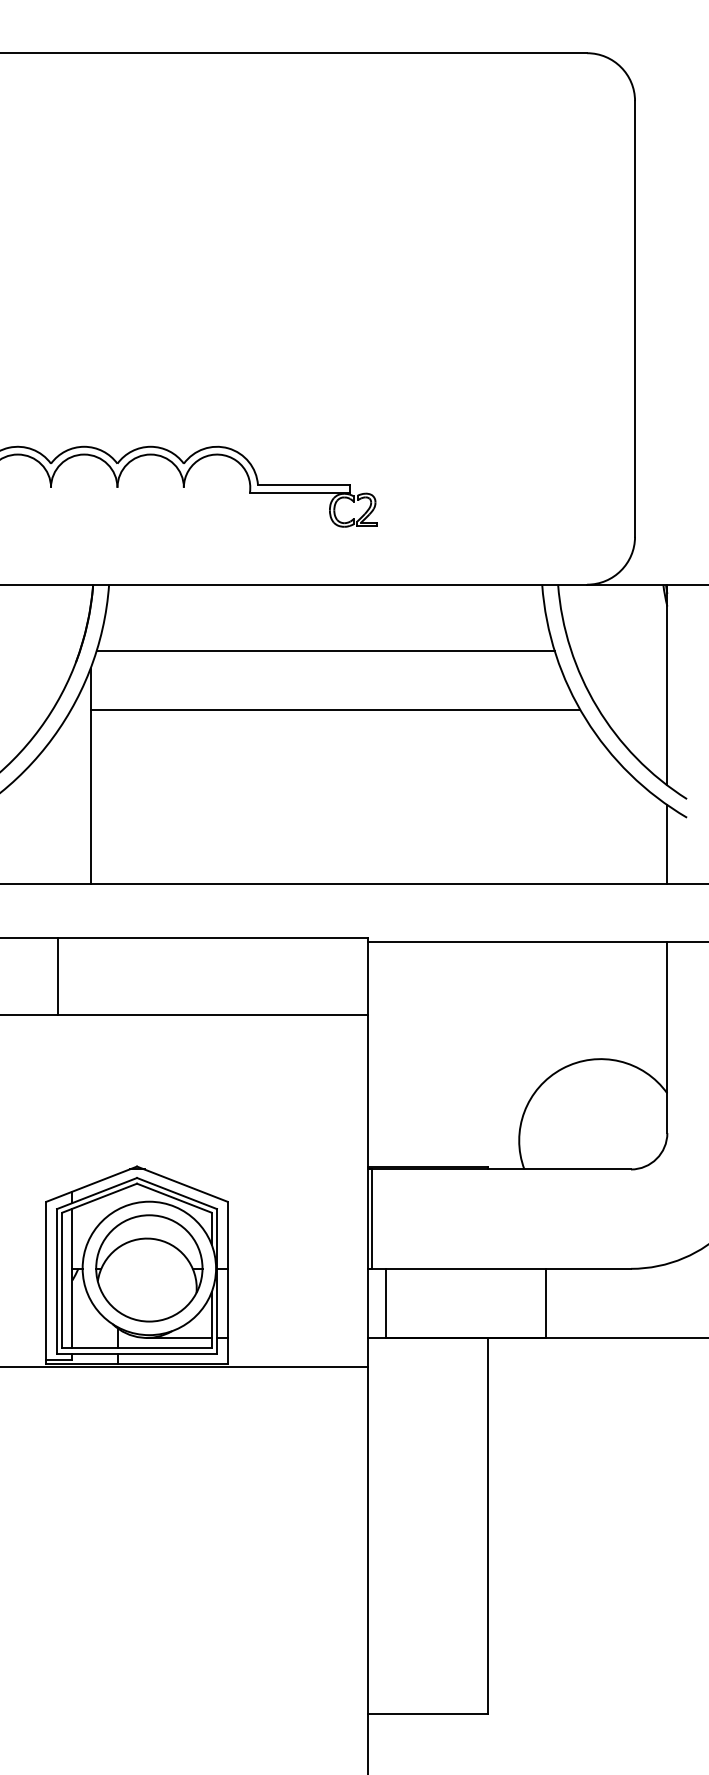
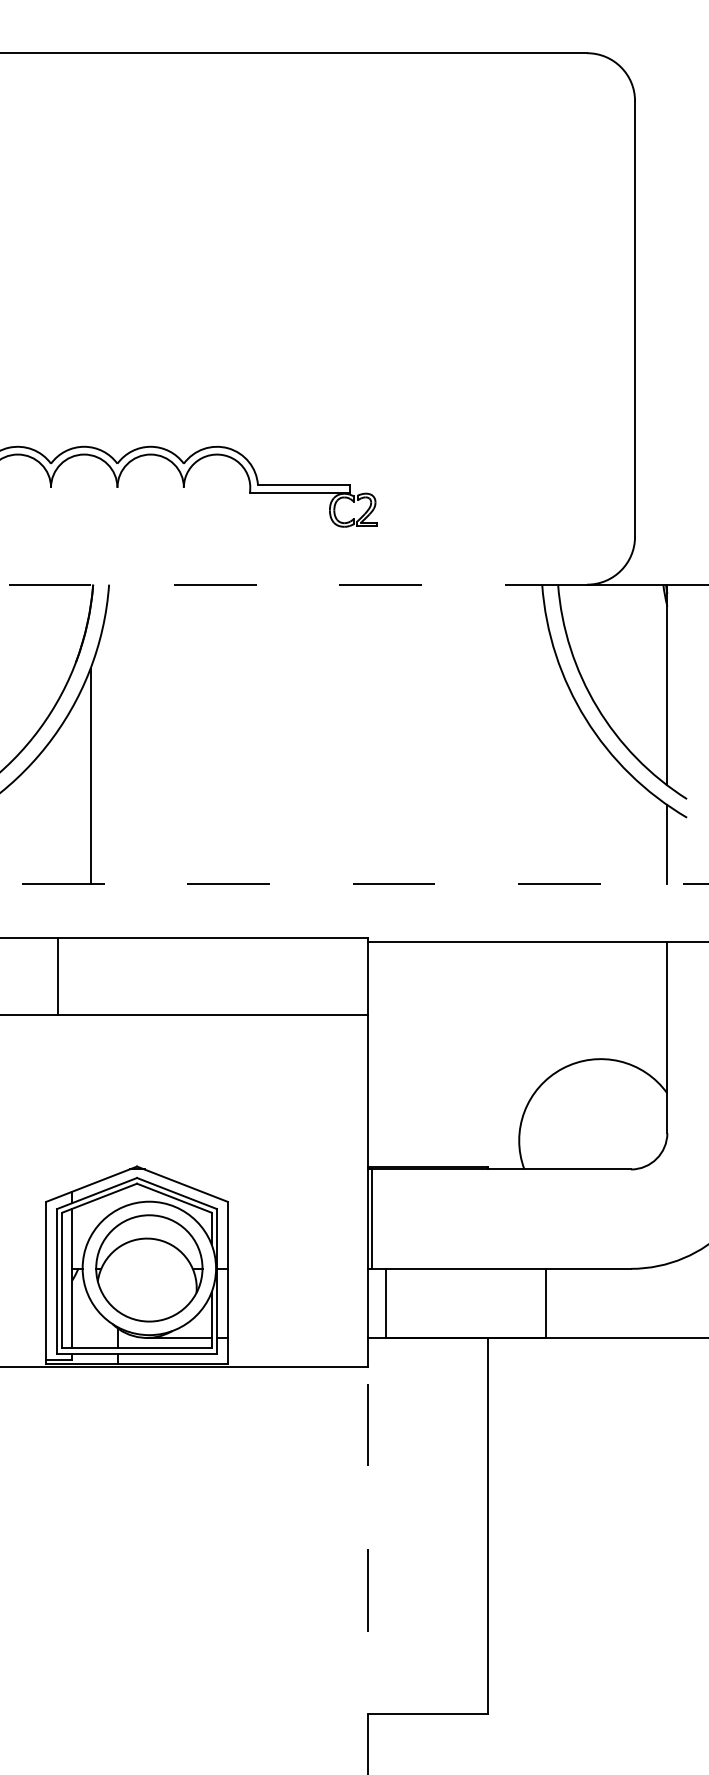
line at (293, 584): solid -> dashed
line at (325, 651): present -> none
line at (335, 709): present -> none
line at (354, 884): solid -> dashed
line at (367, 1571): solid -> dashed
